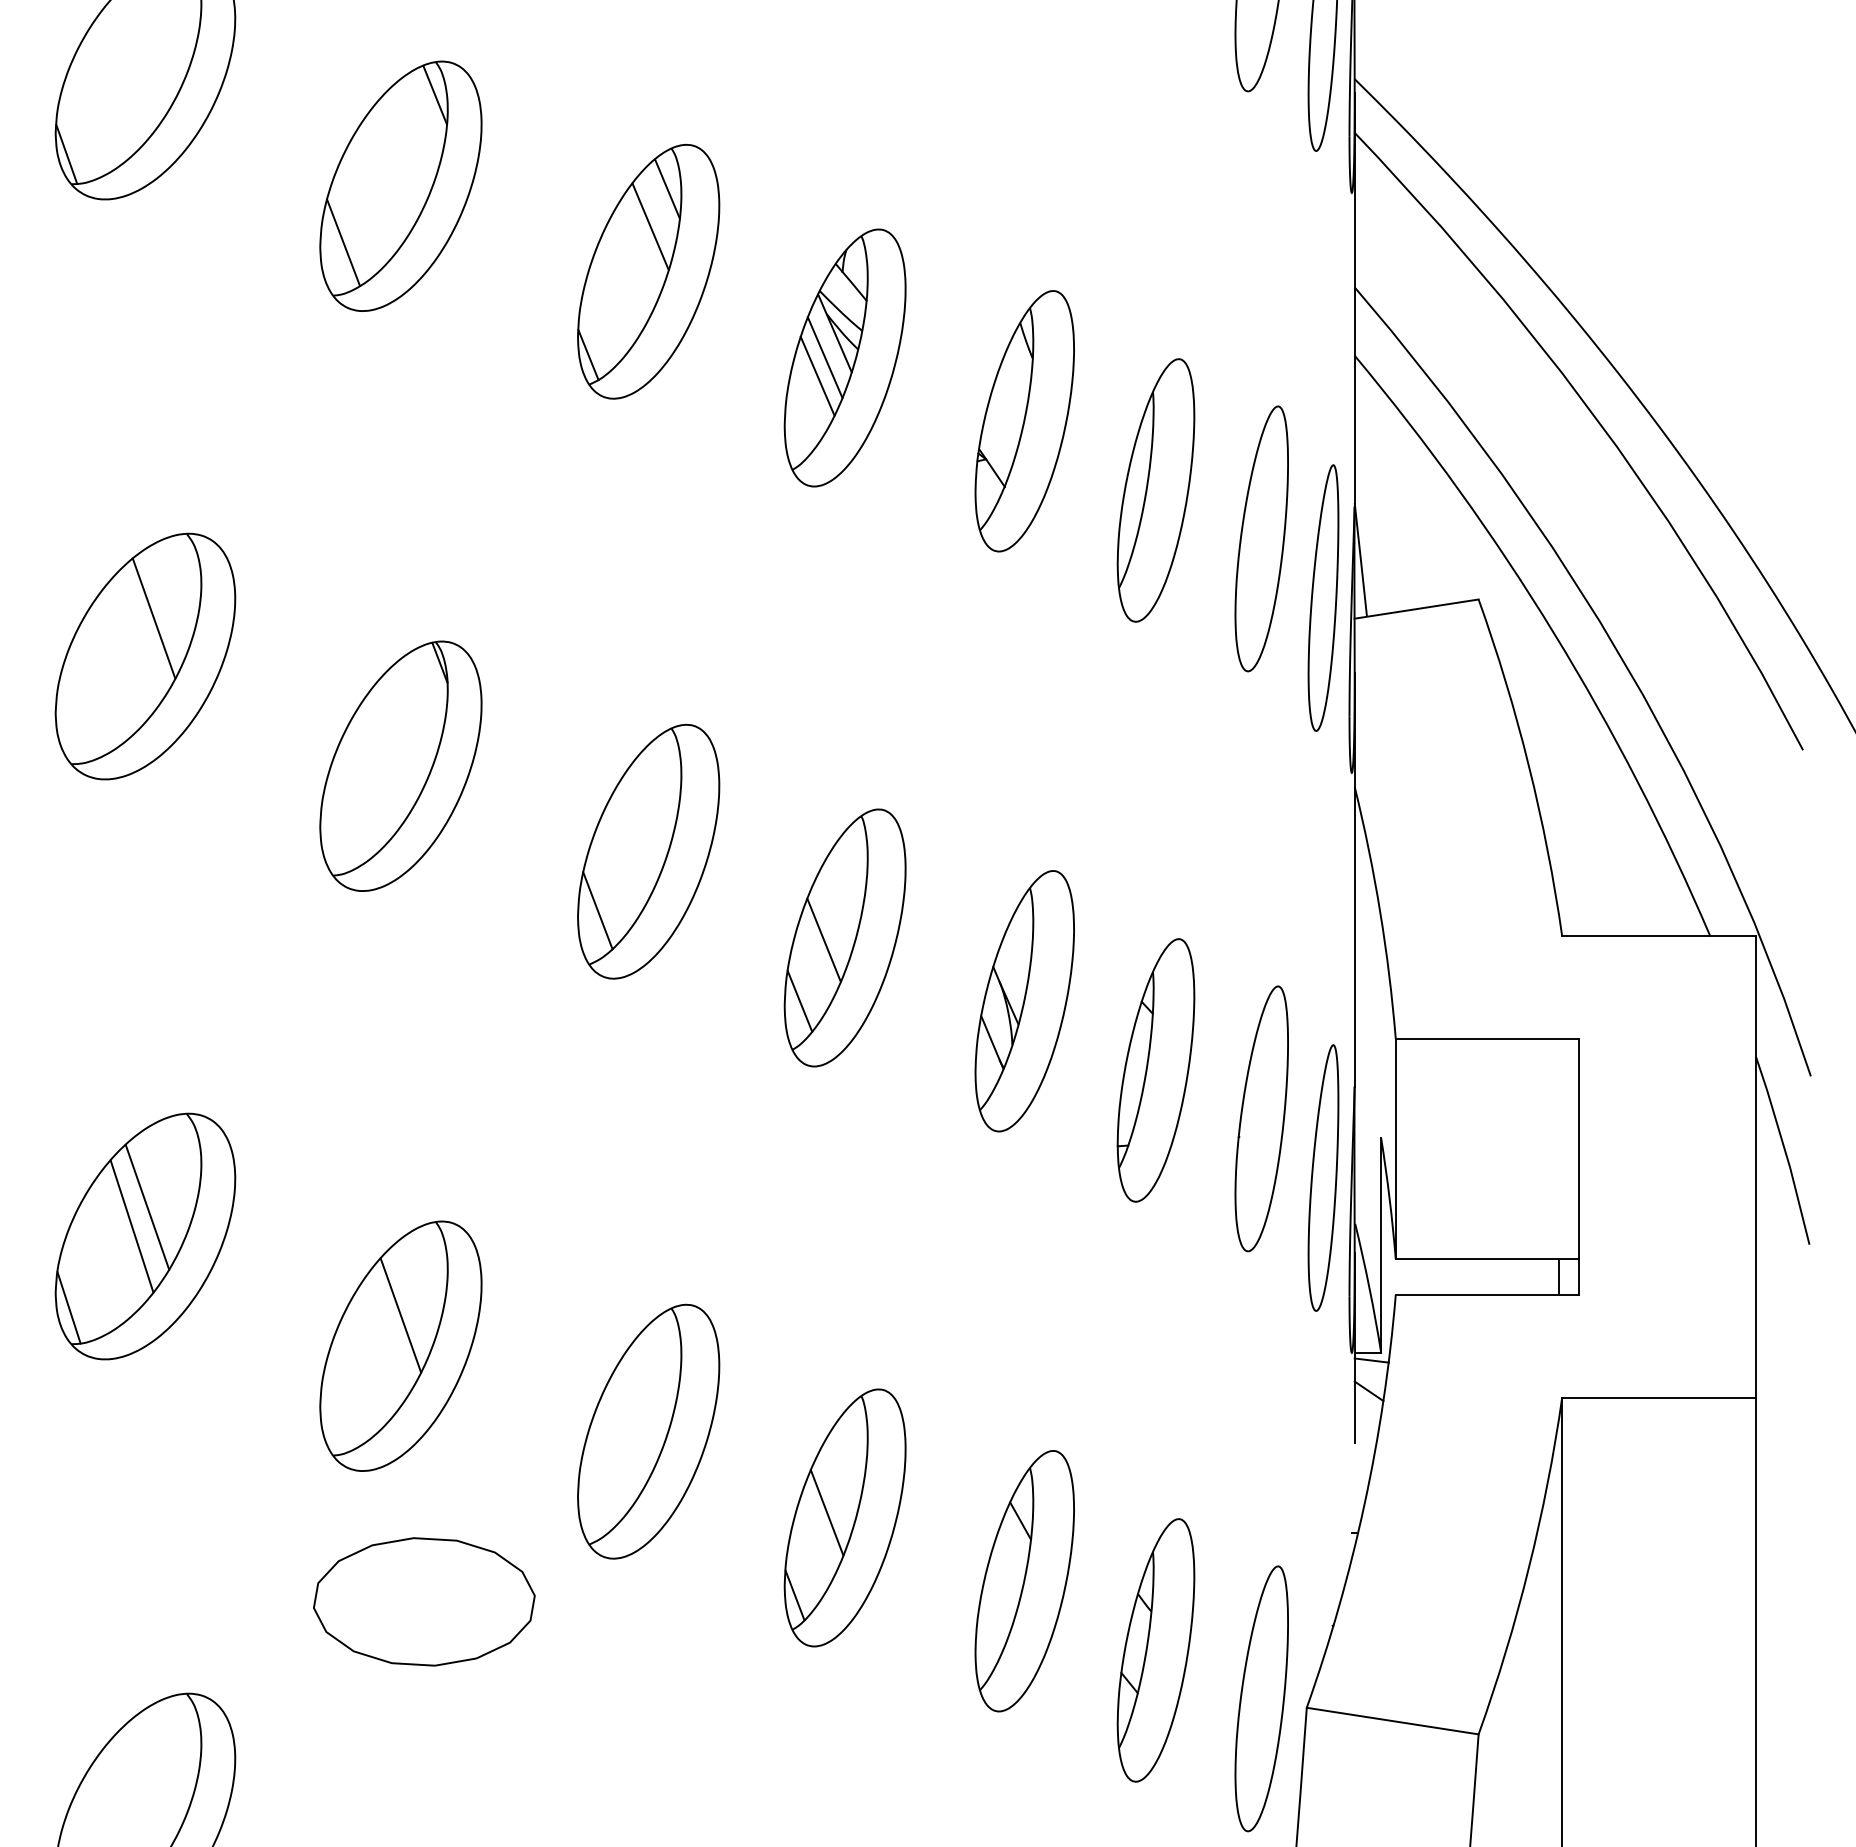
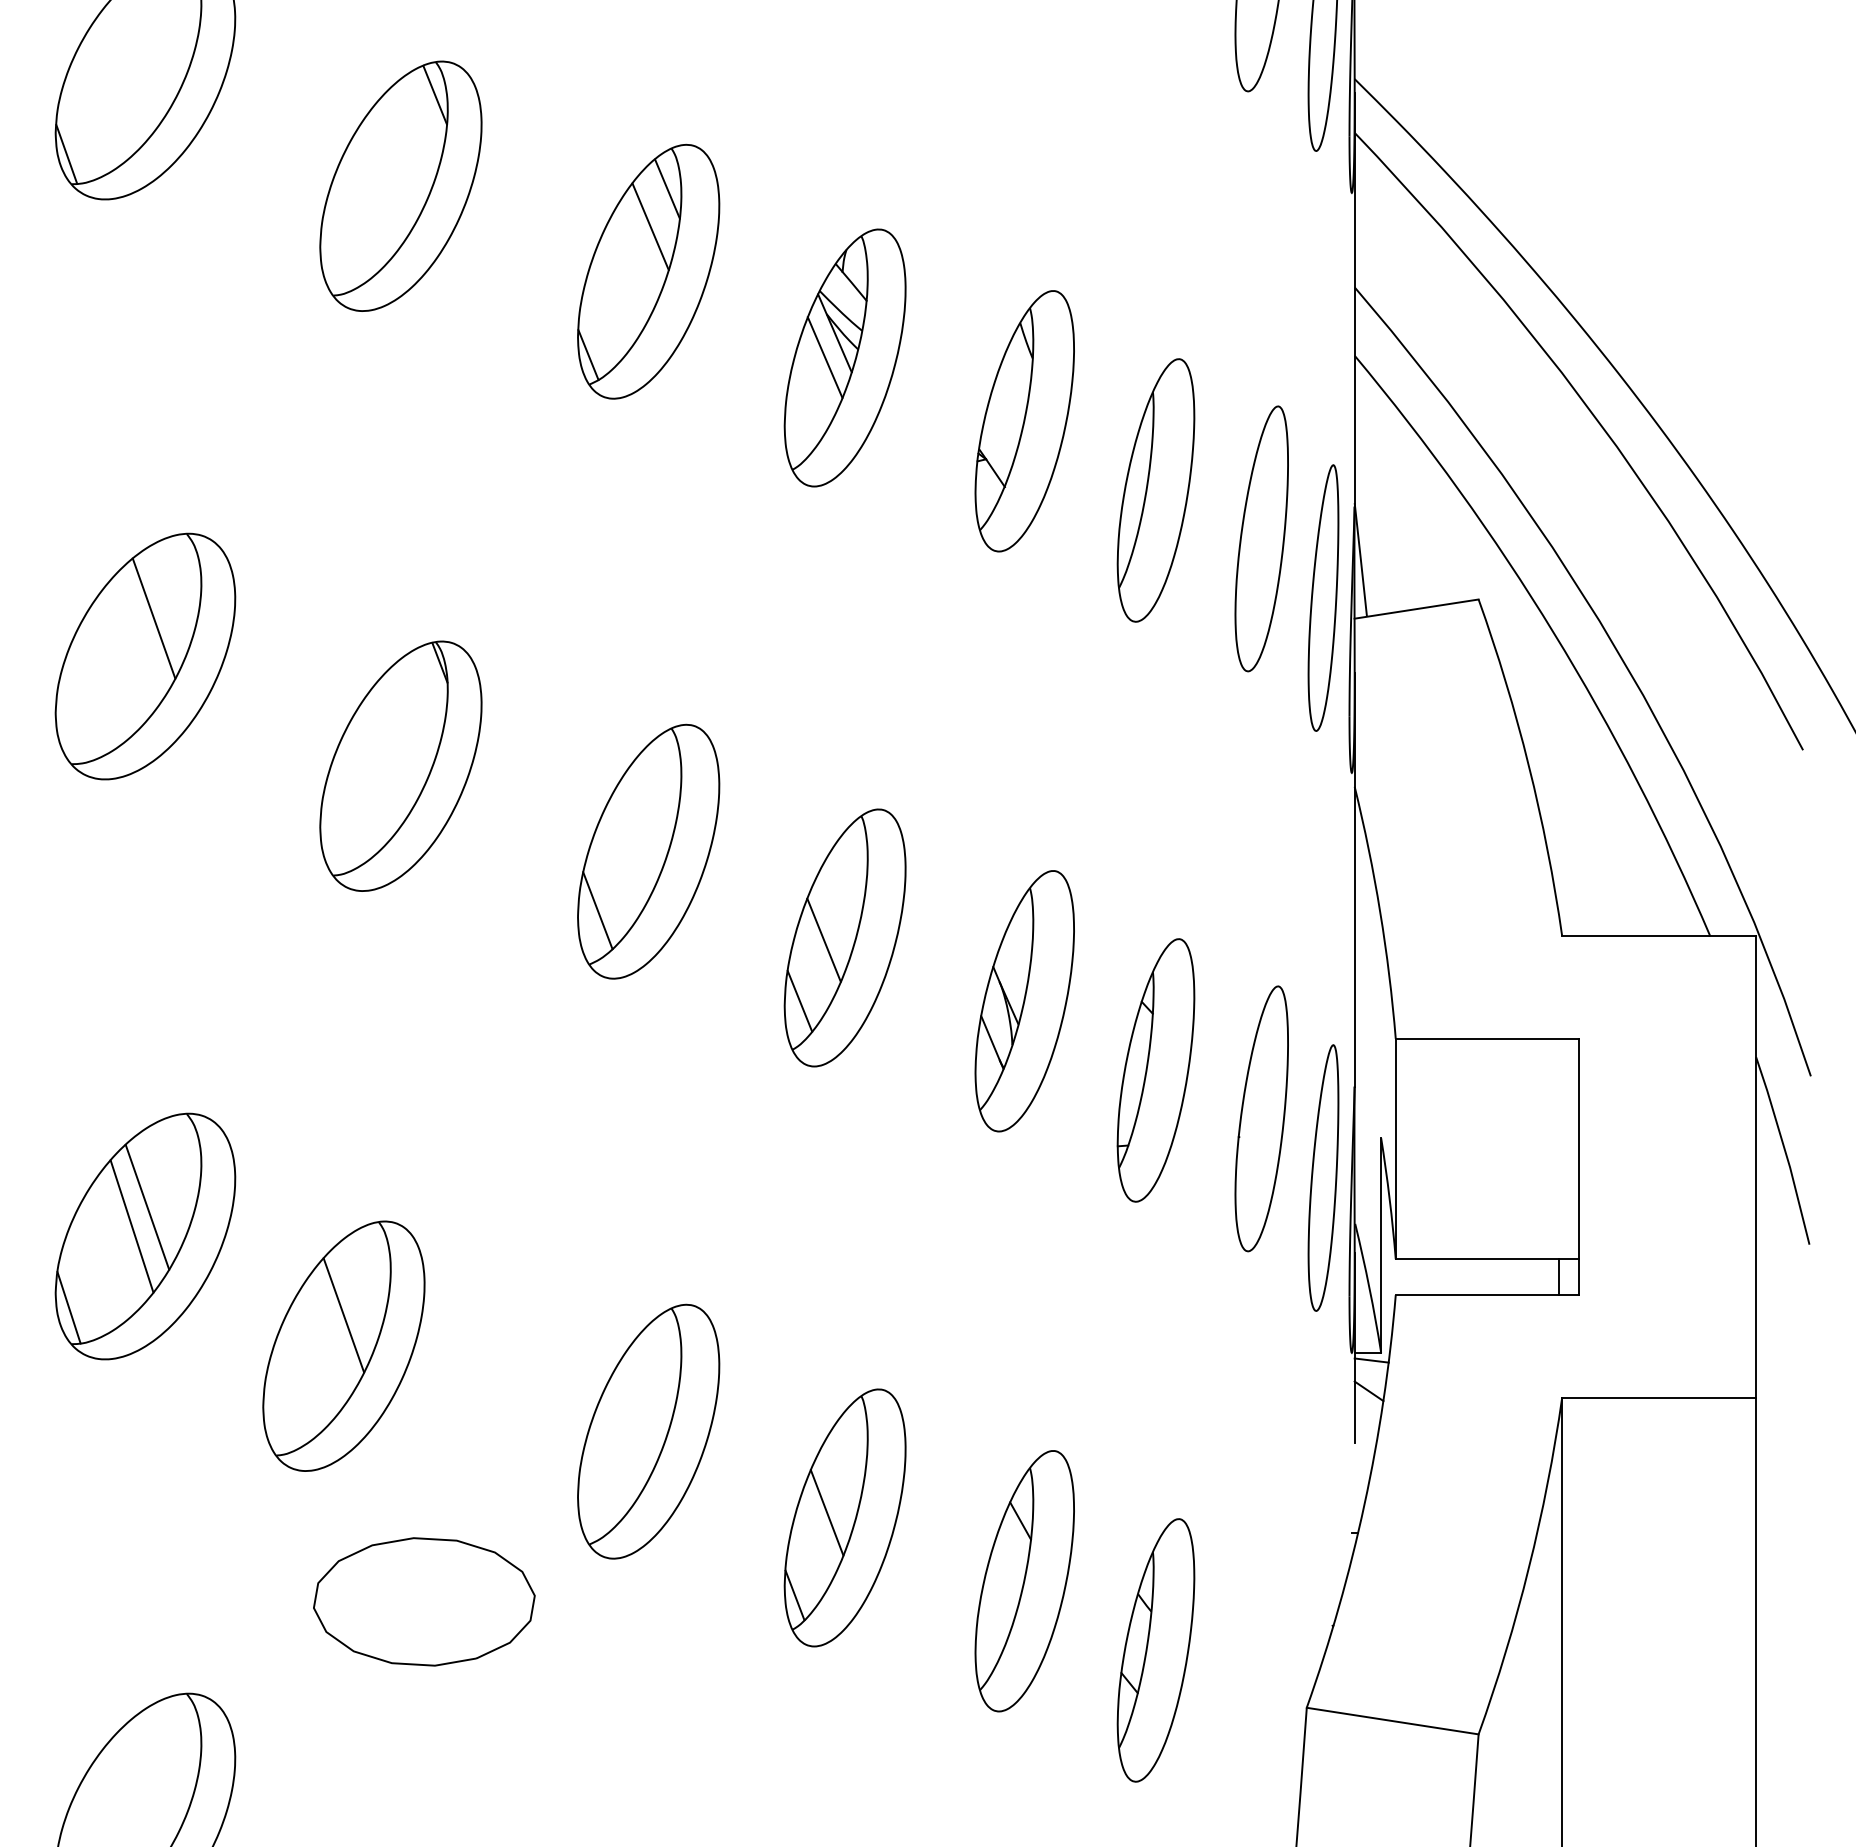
line at (343, 242): present -> none
line at (817, 375): present -> none
part at (400, 1345) position: (400, 1345) -> (343, 1345)
part at (1261, 1698): present -> none
